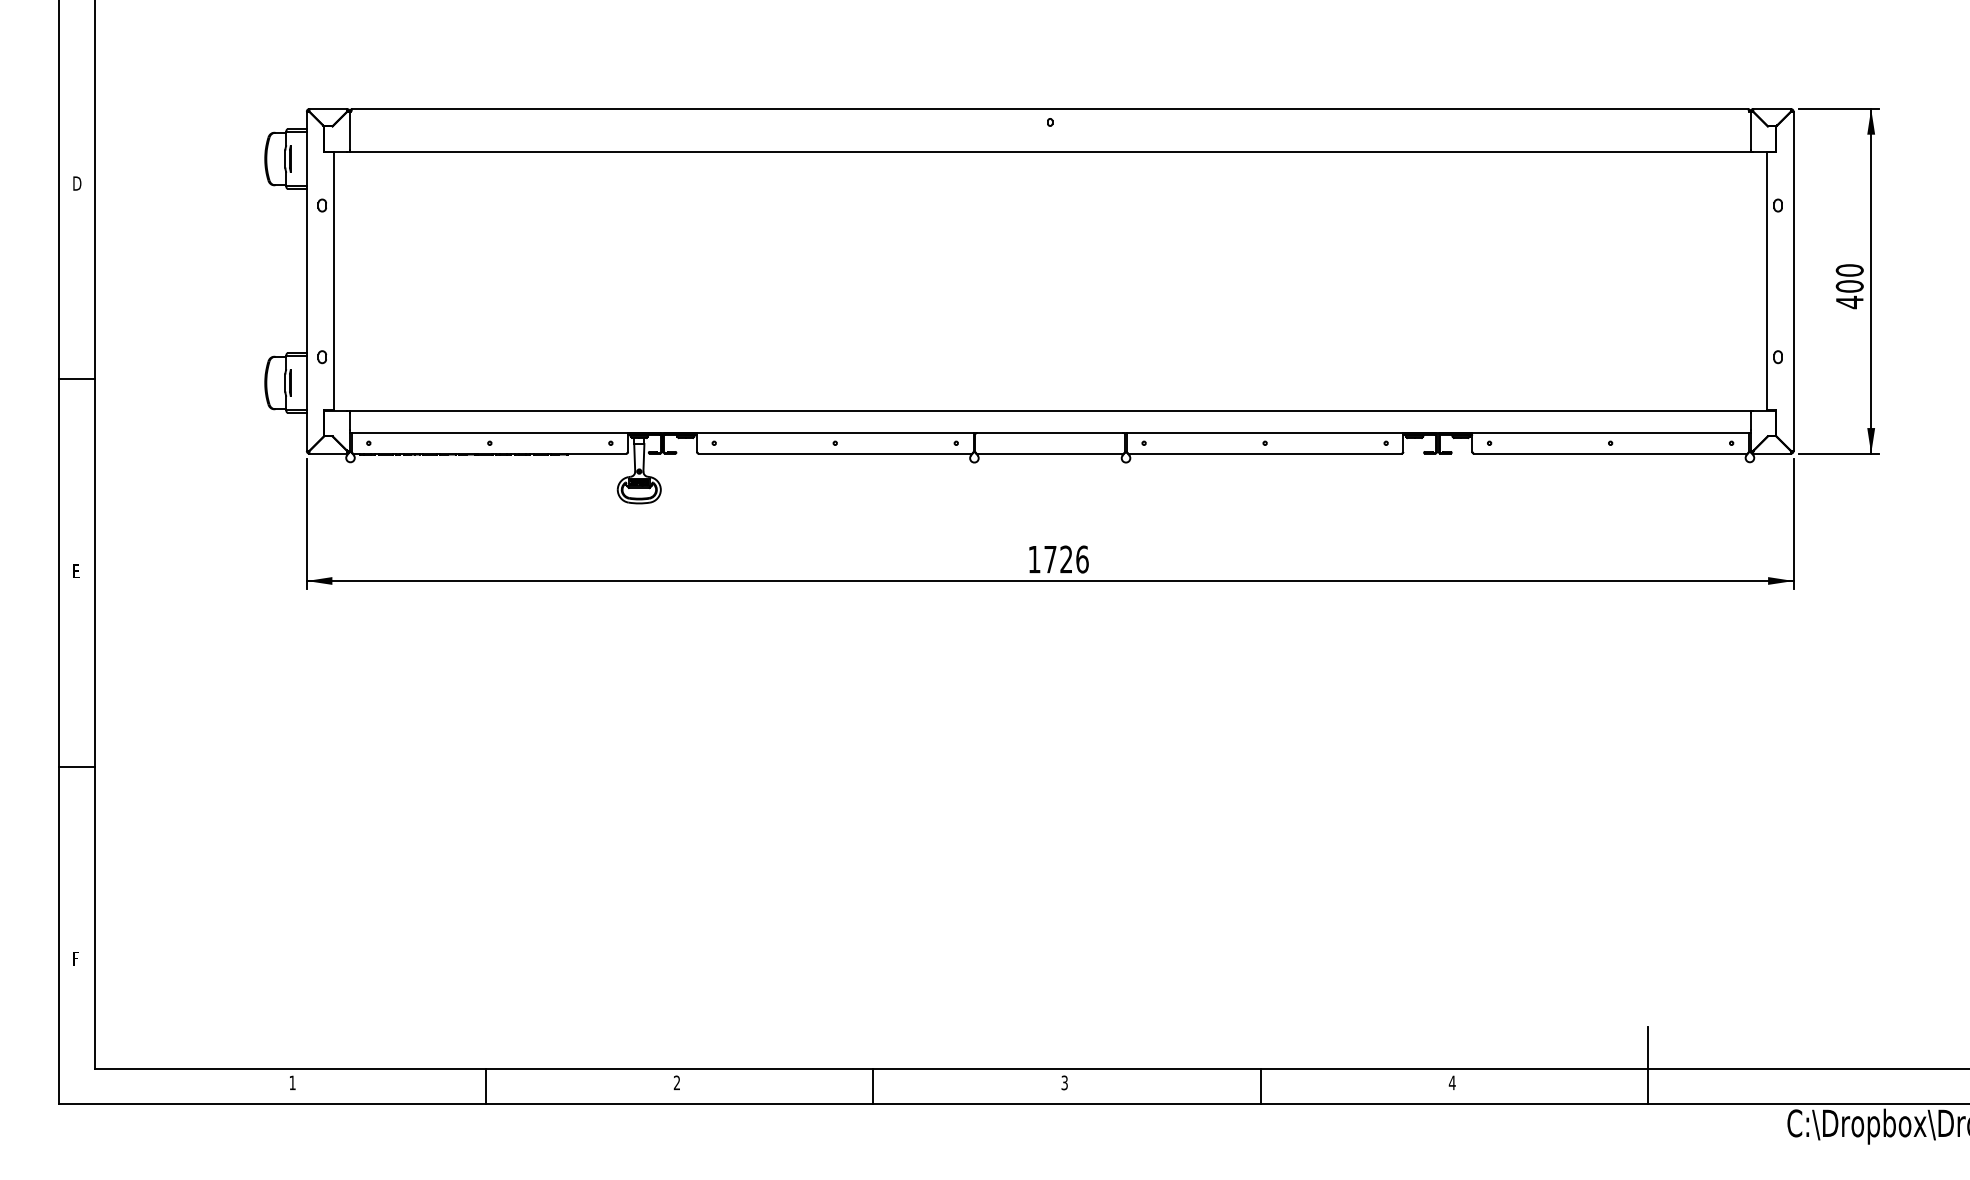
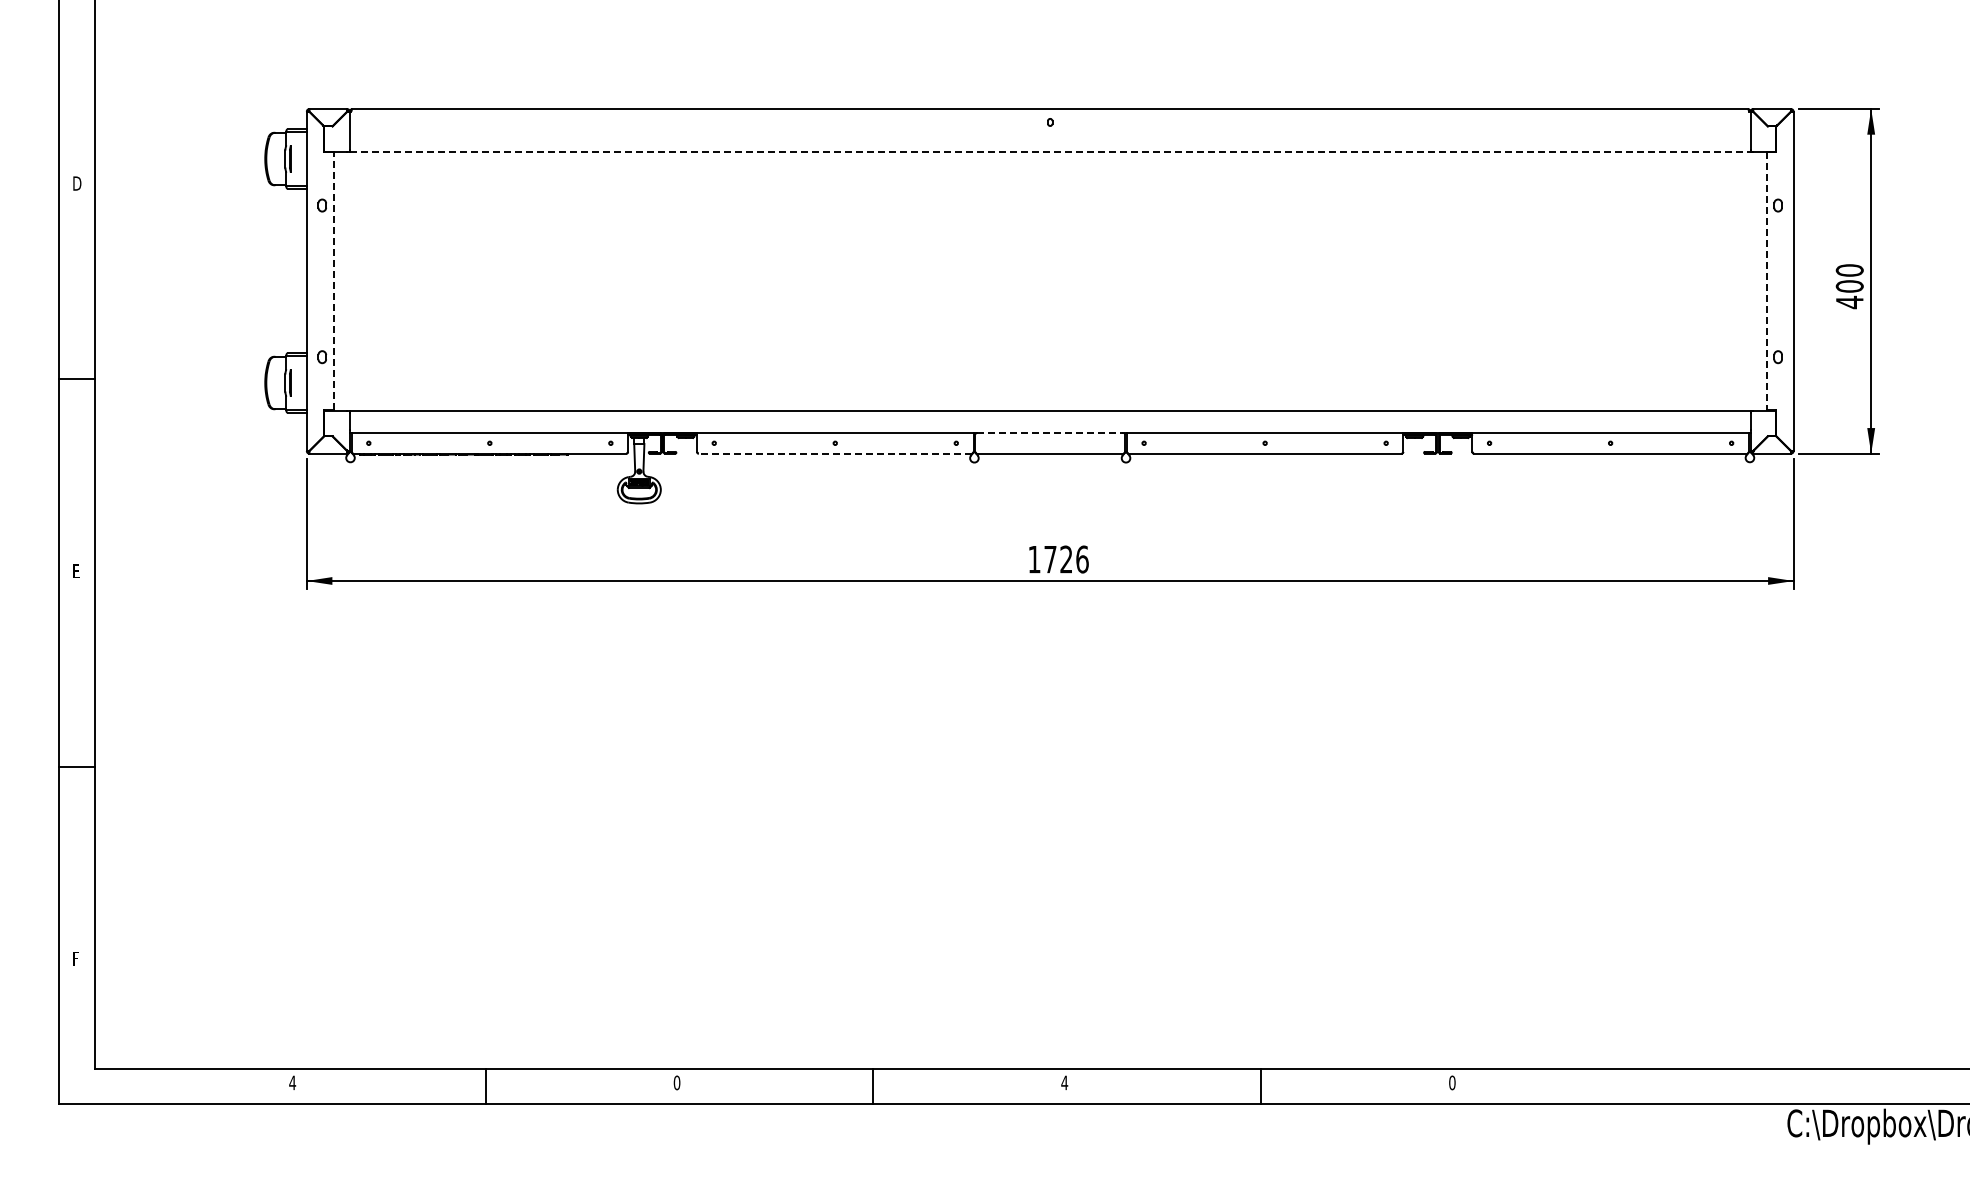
line at (1050, 152): solid -> dashed
line at (333, 281): solid -> dashed
line at (1766, 281): solid -> dashed
line at (1050, 432): solid -> dashed
line at (835, 453): solid -> dashed
line at (1648, 1065): present -> none
text at (292, 1082): 1 -> 4
text at (676, 1082): 2 -> 0
text at (1064, 1082): 3 -> 4
text at (1451, 1082): 4 -> 0
